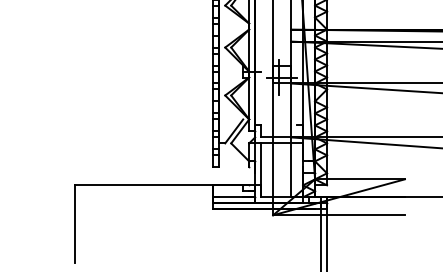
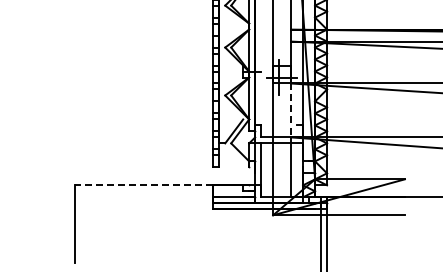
line at (291, 110): solid -> dashed
line at (144, 185): solid -> dashed
